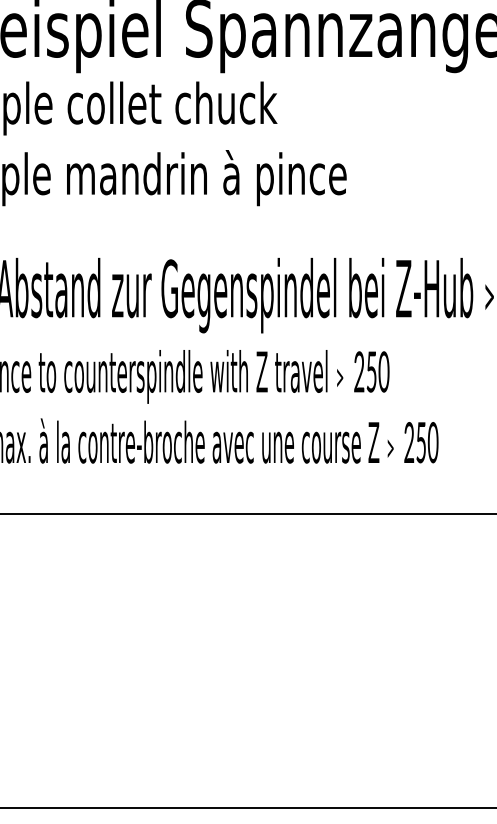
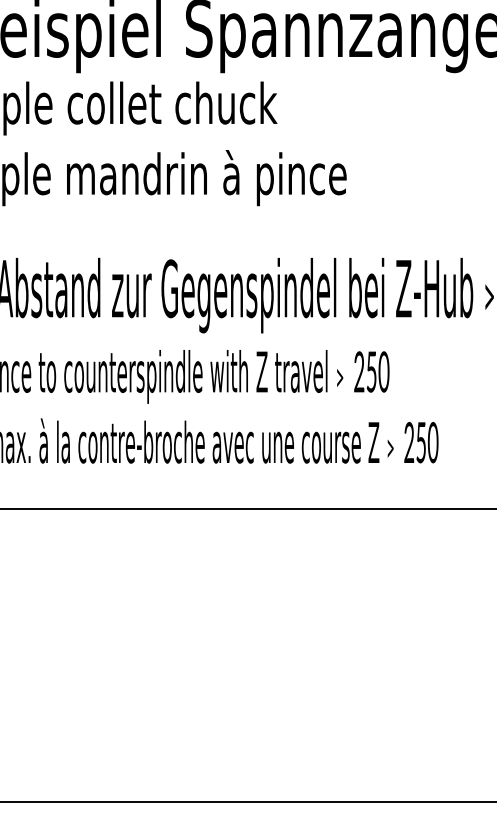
line at (247, 514) position: (247, 514) -> (247, 509)
line at (247, 807) position: (247, 807) -> (247, 801)
